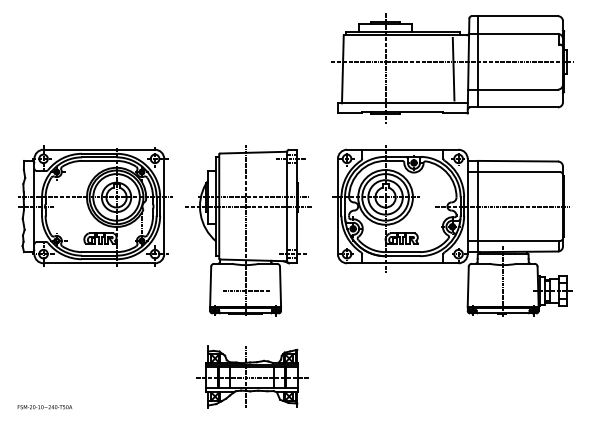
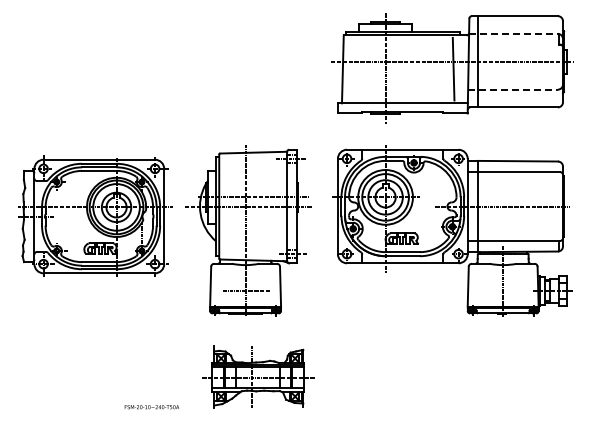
line at (514, 33): solid -> dashed
line at (513, 89): solid -> dashed
part at (95, 205) position: (95, 205) -> (95, 215)
part at (252, 376) position: (252, 376) -> (258, 376)
text at (44, 407) position: (44, 407) -> (151, 407)
